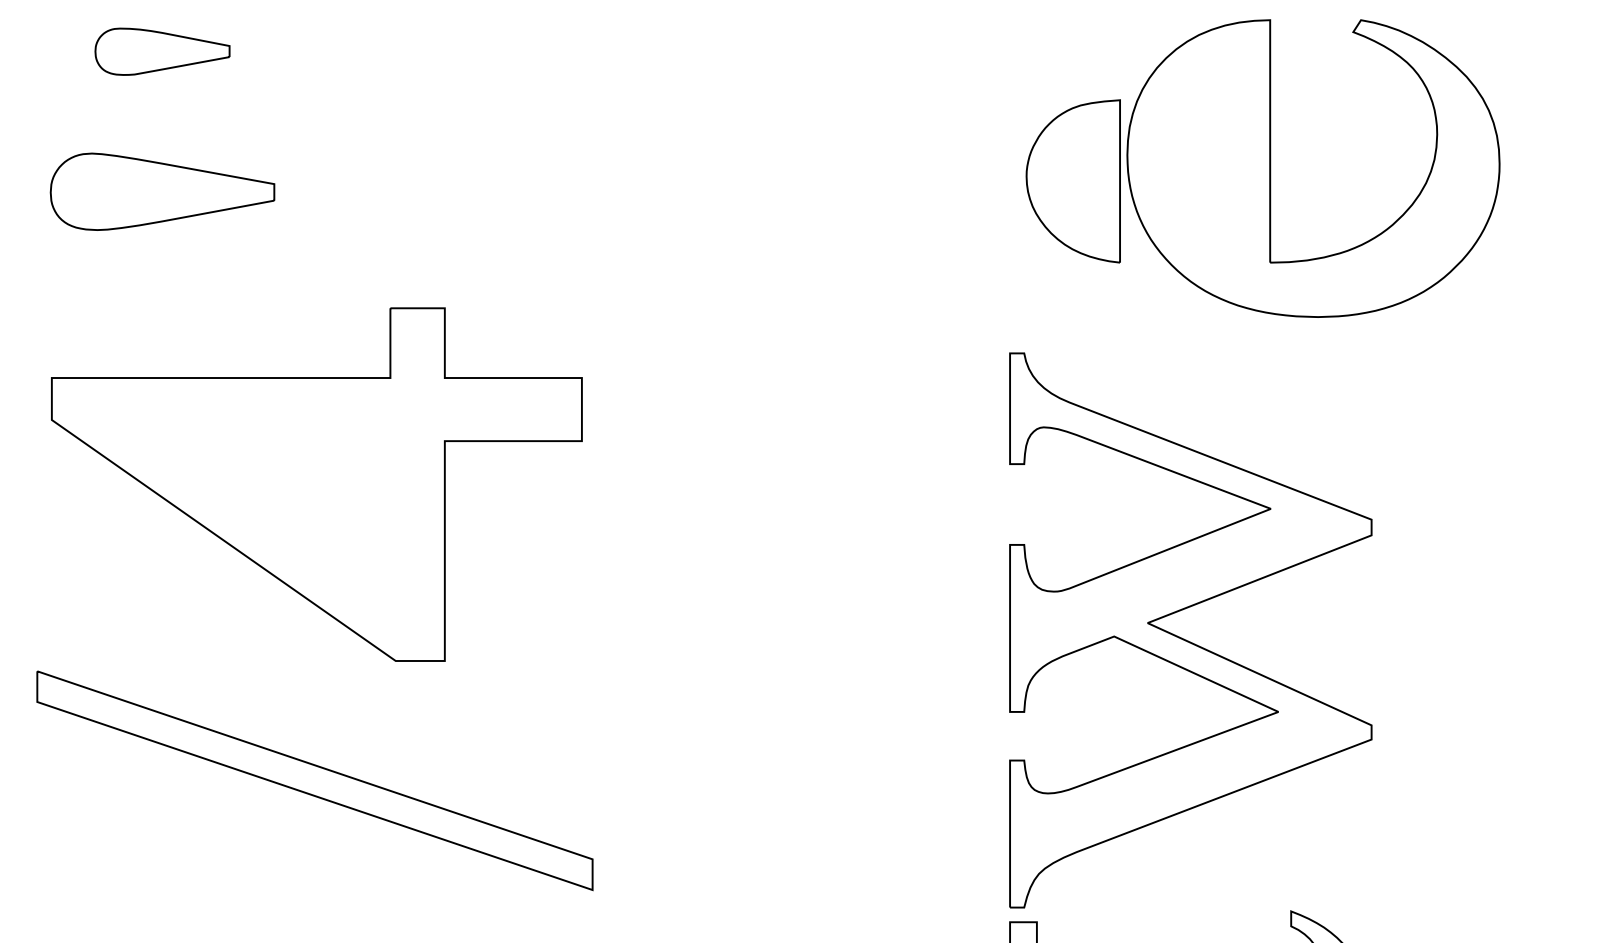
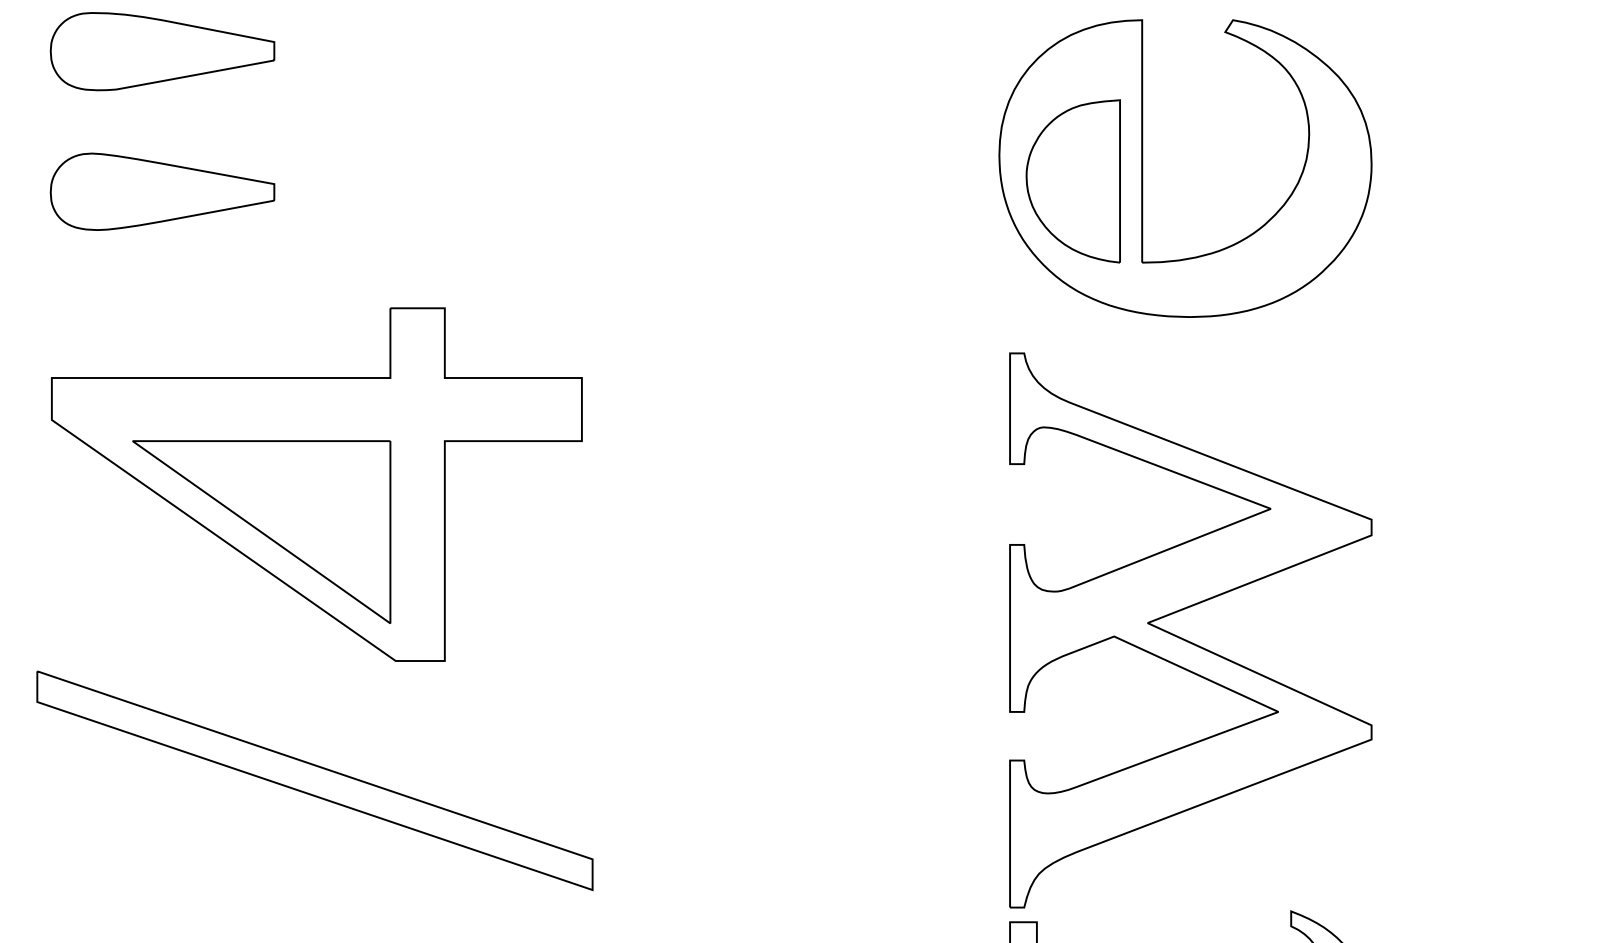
part at (162, 51) size: 137x49 px -> 227x80 px
part at (1271, 168) position: (1271, 168) -> (1143, 168)
part at (261, 531): none -> present
